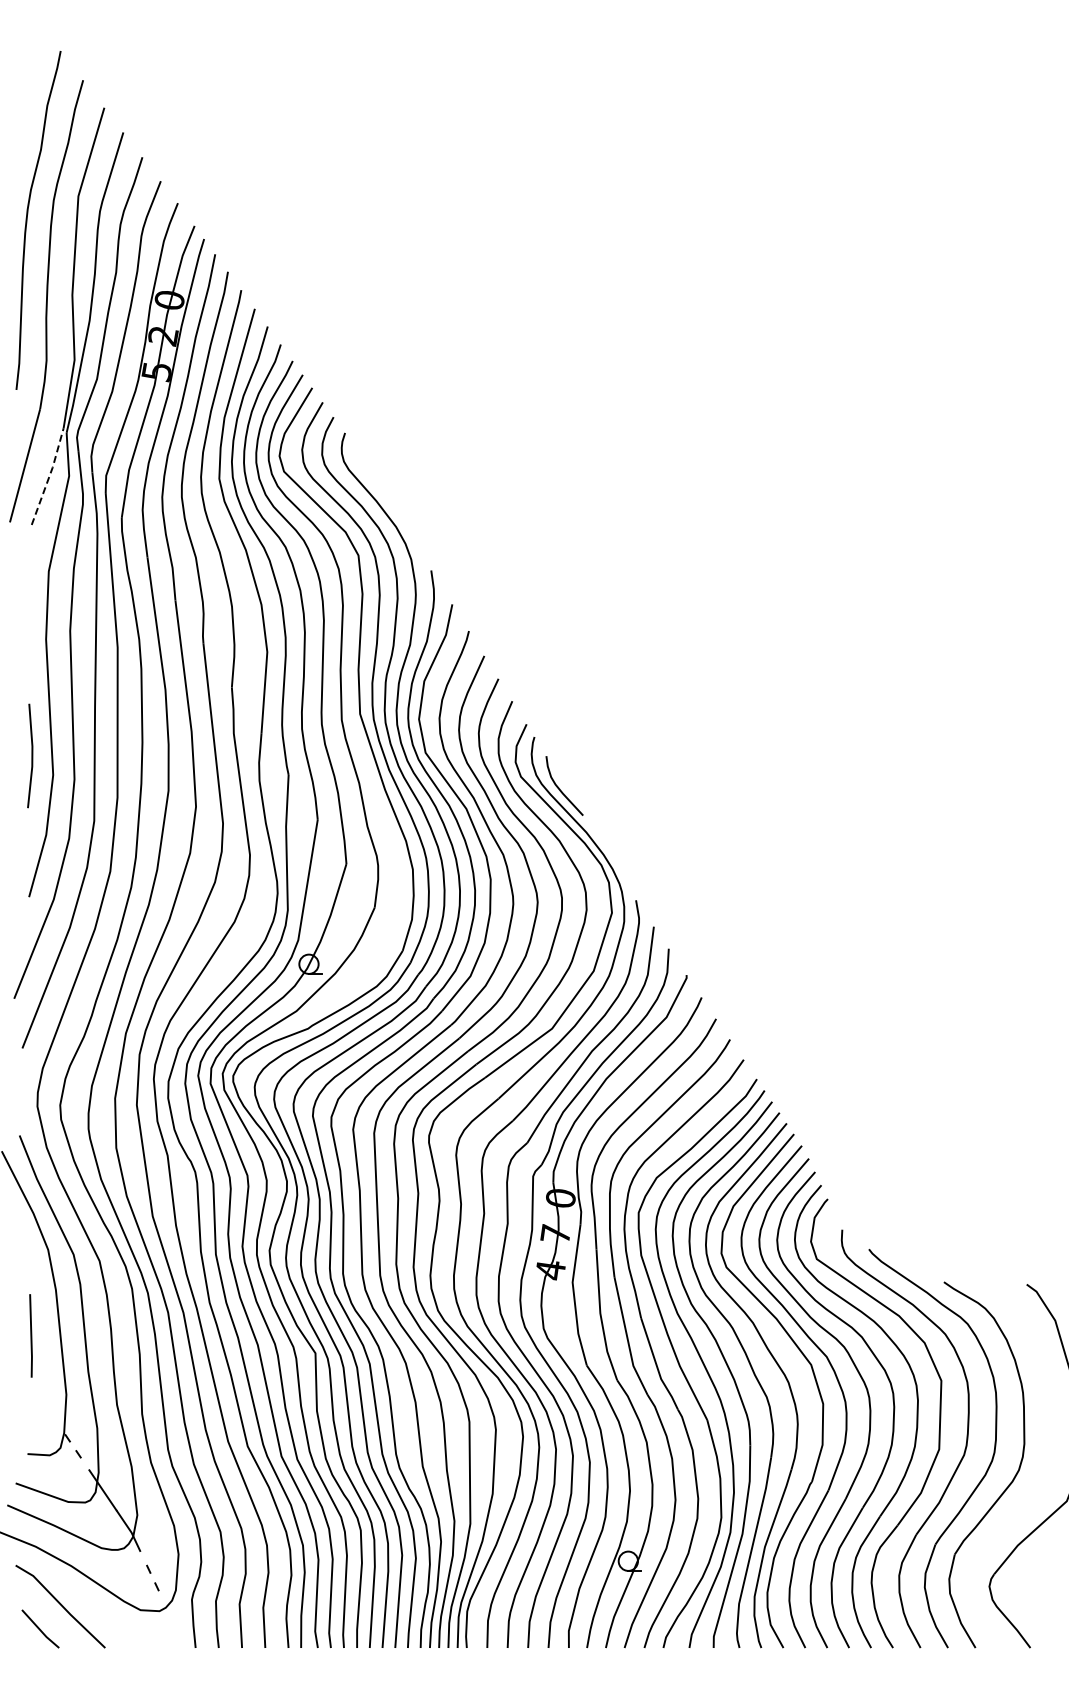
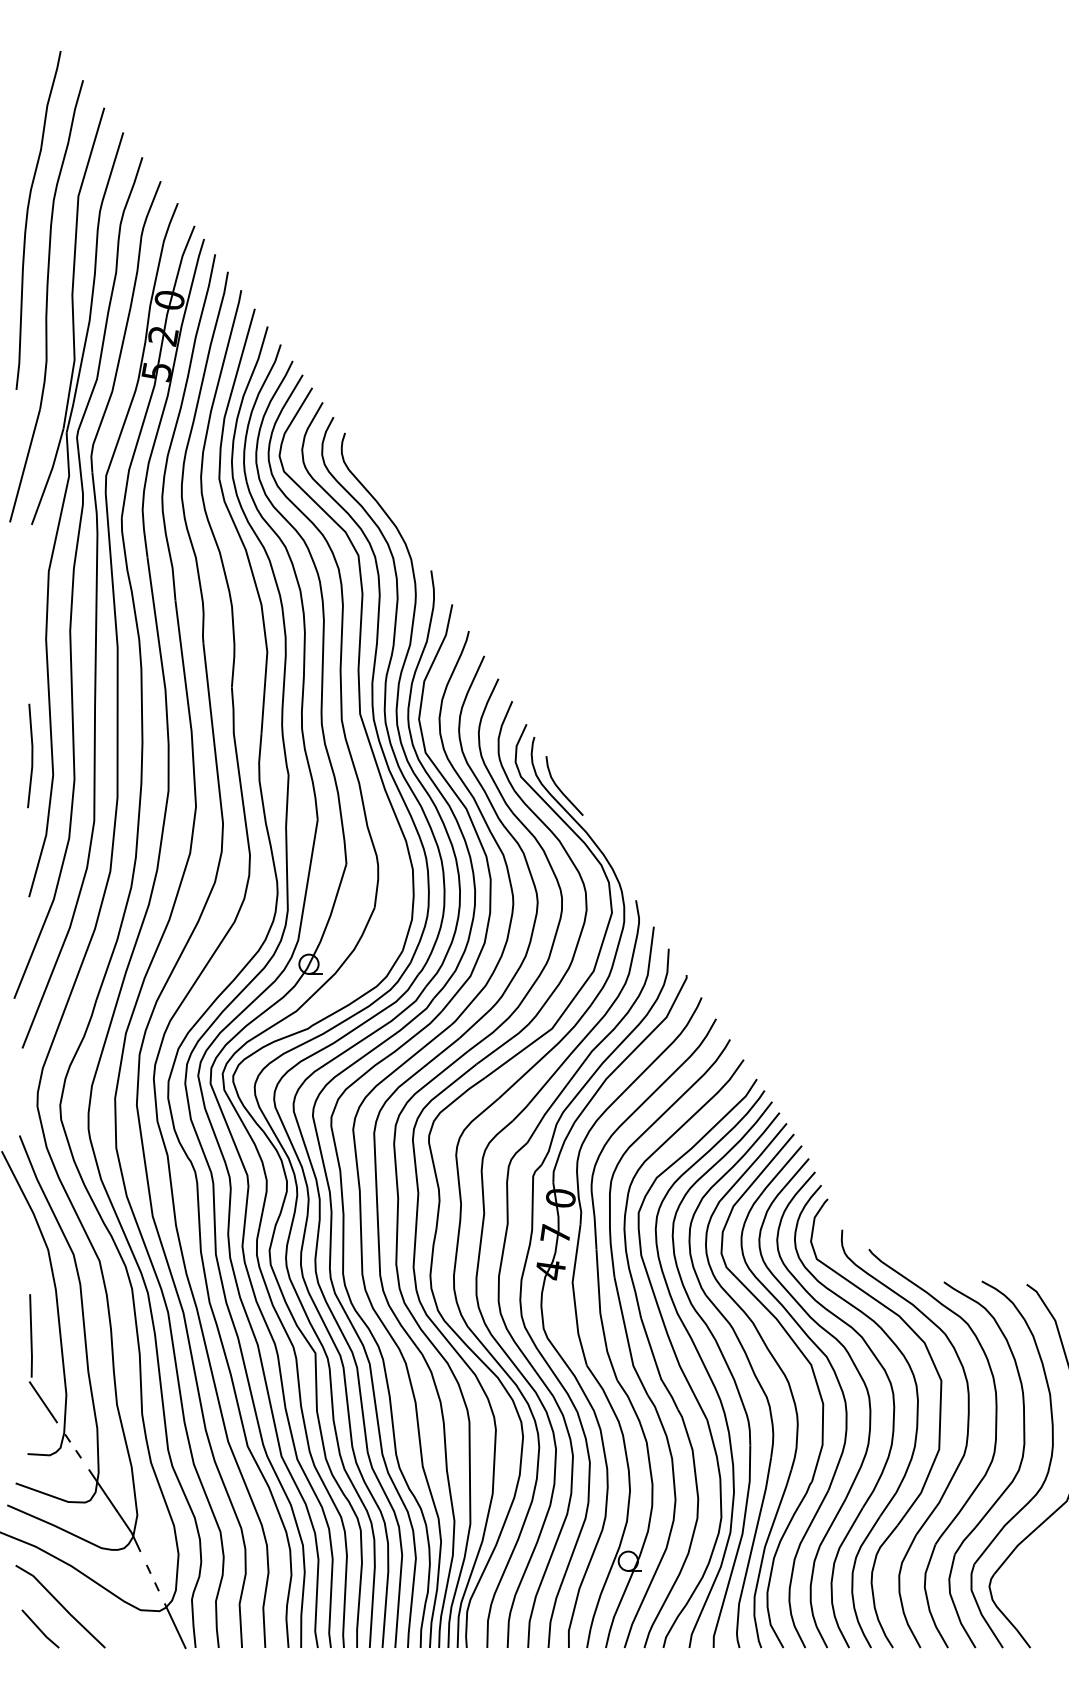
line at (49, 476): dashed -> solid
line at (42, 1402): none -> present
part at (1044, 1478): none -> present
line at (175, 1626): none -> present
